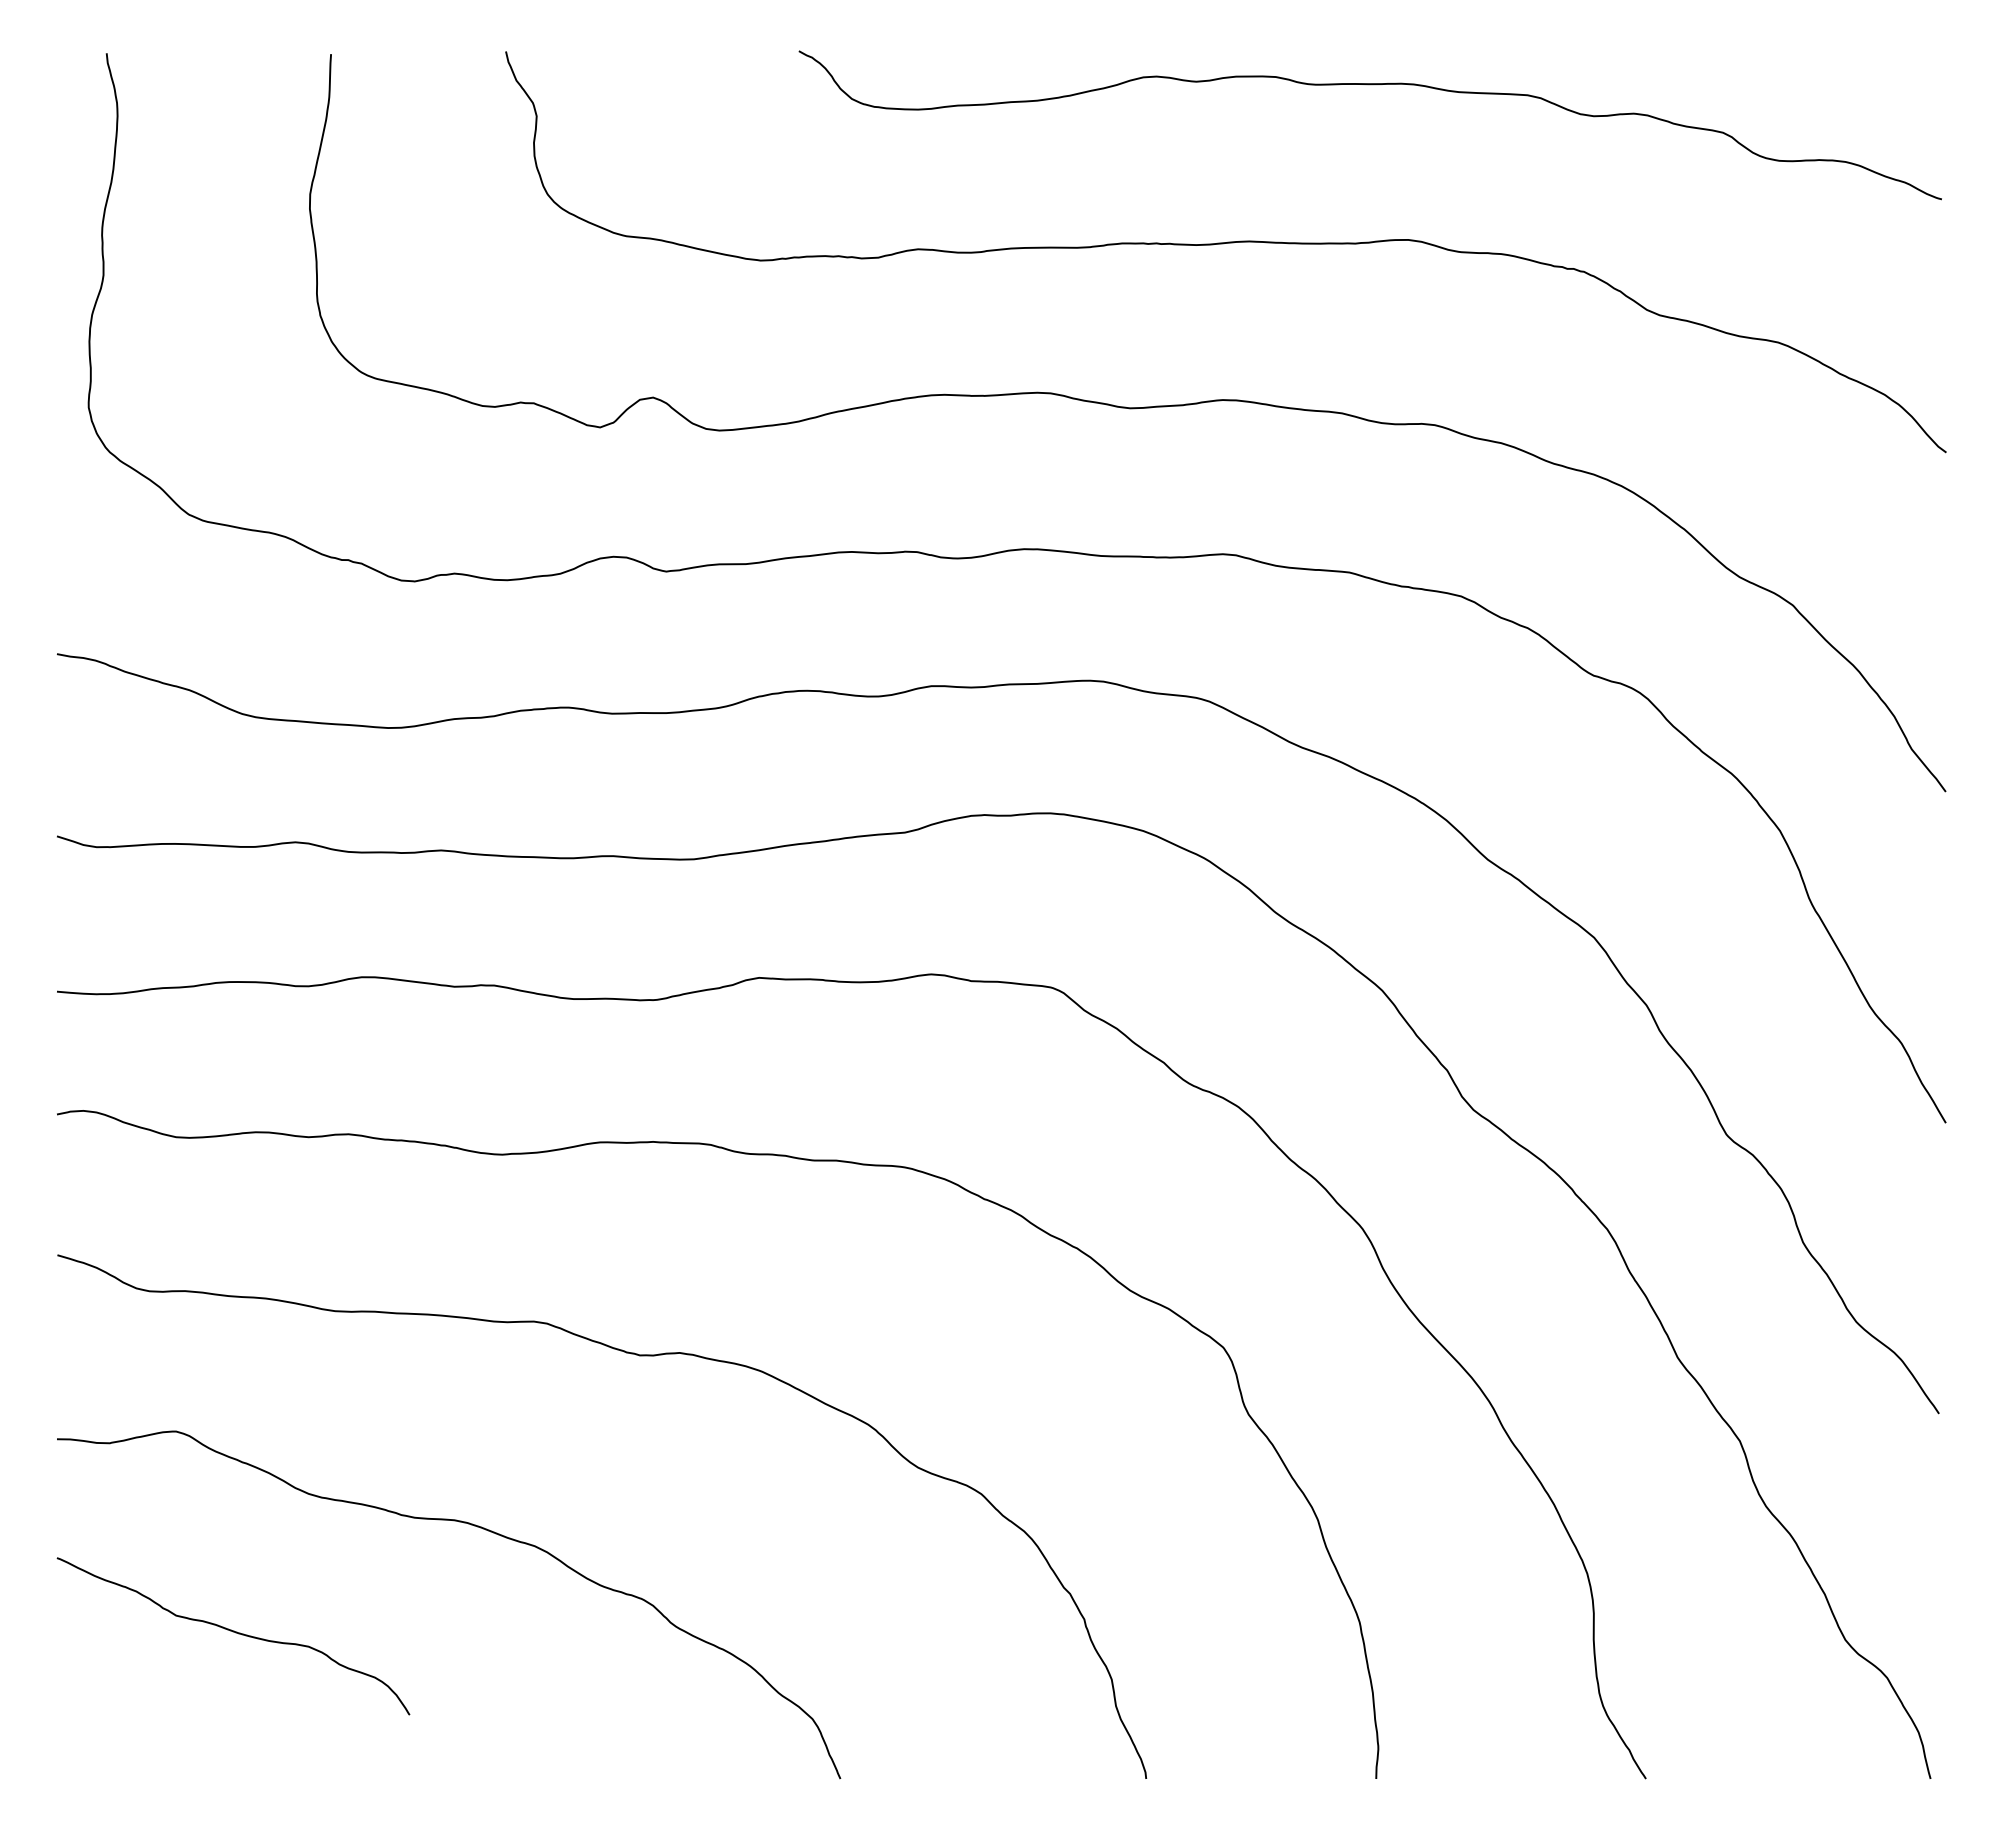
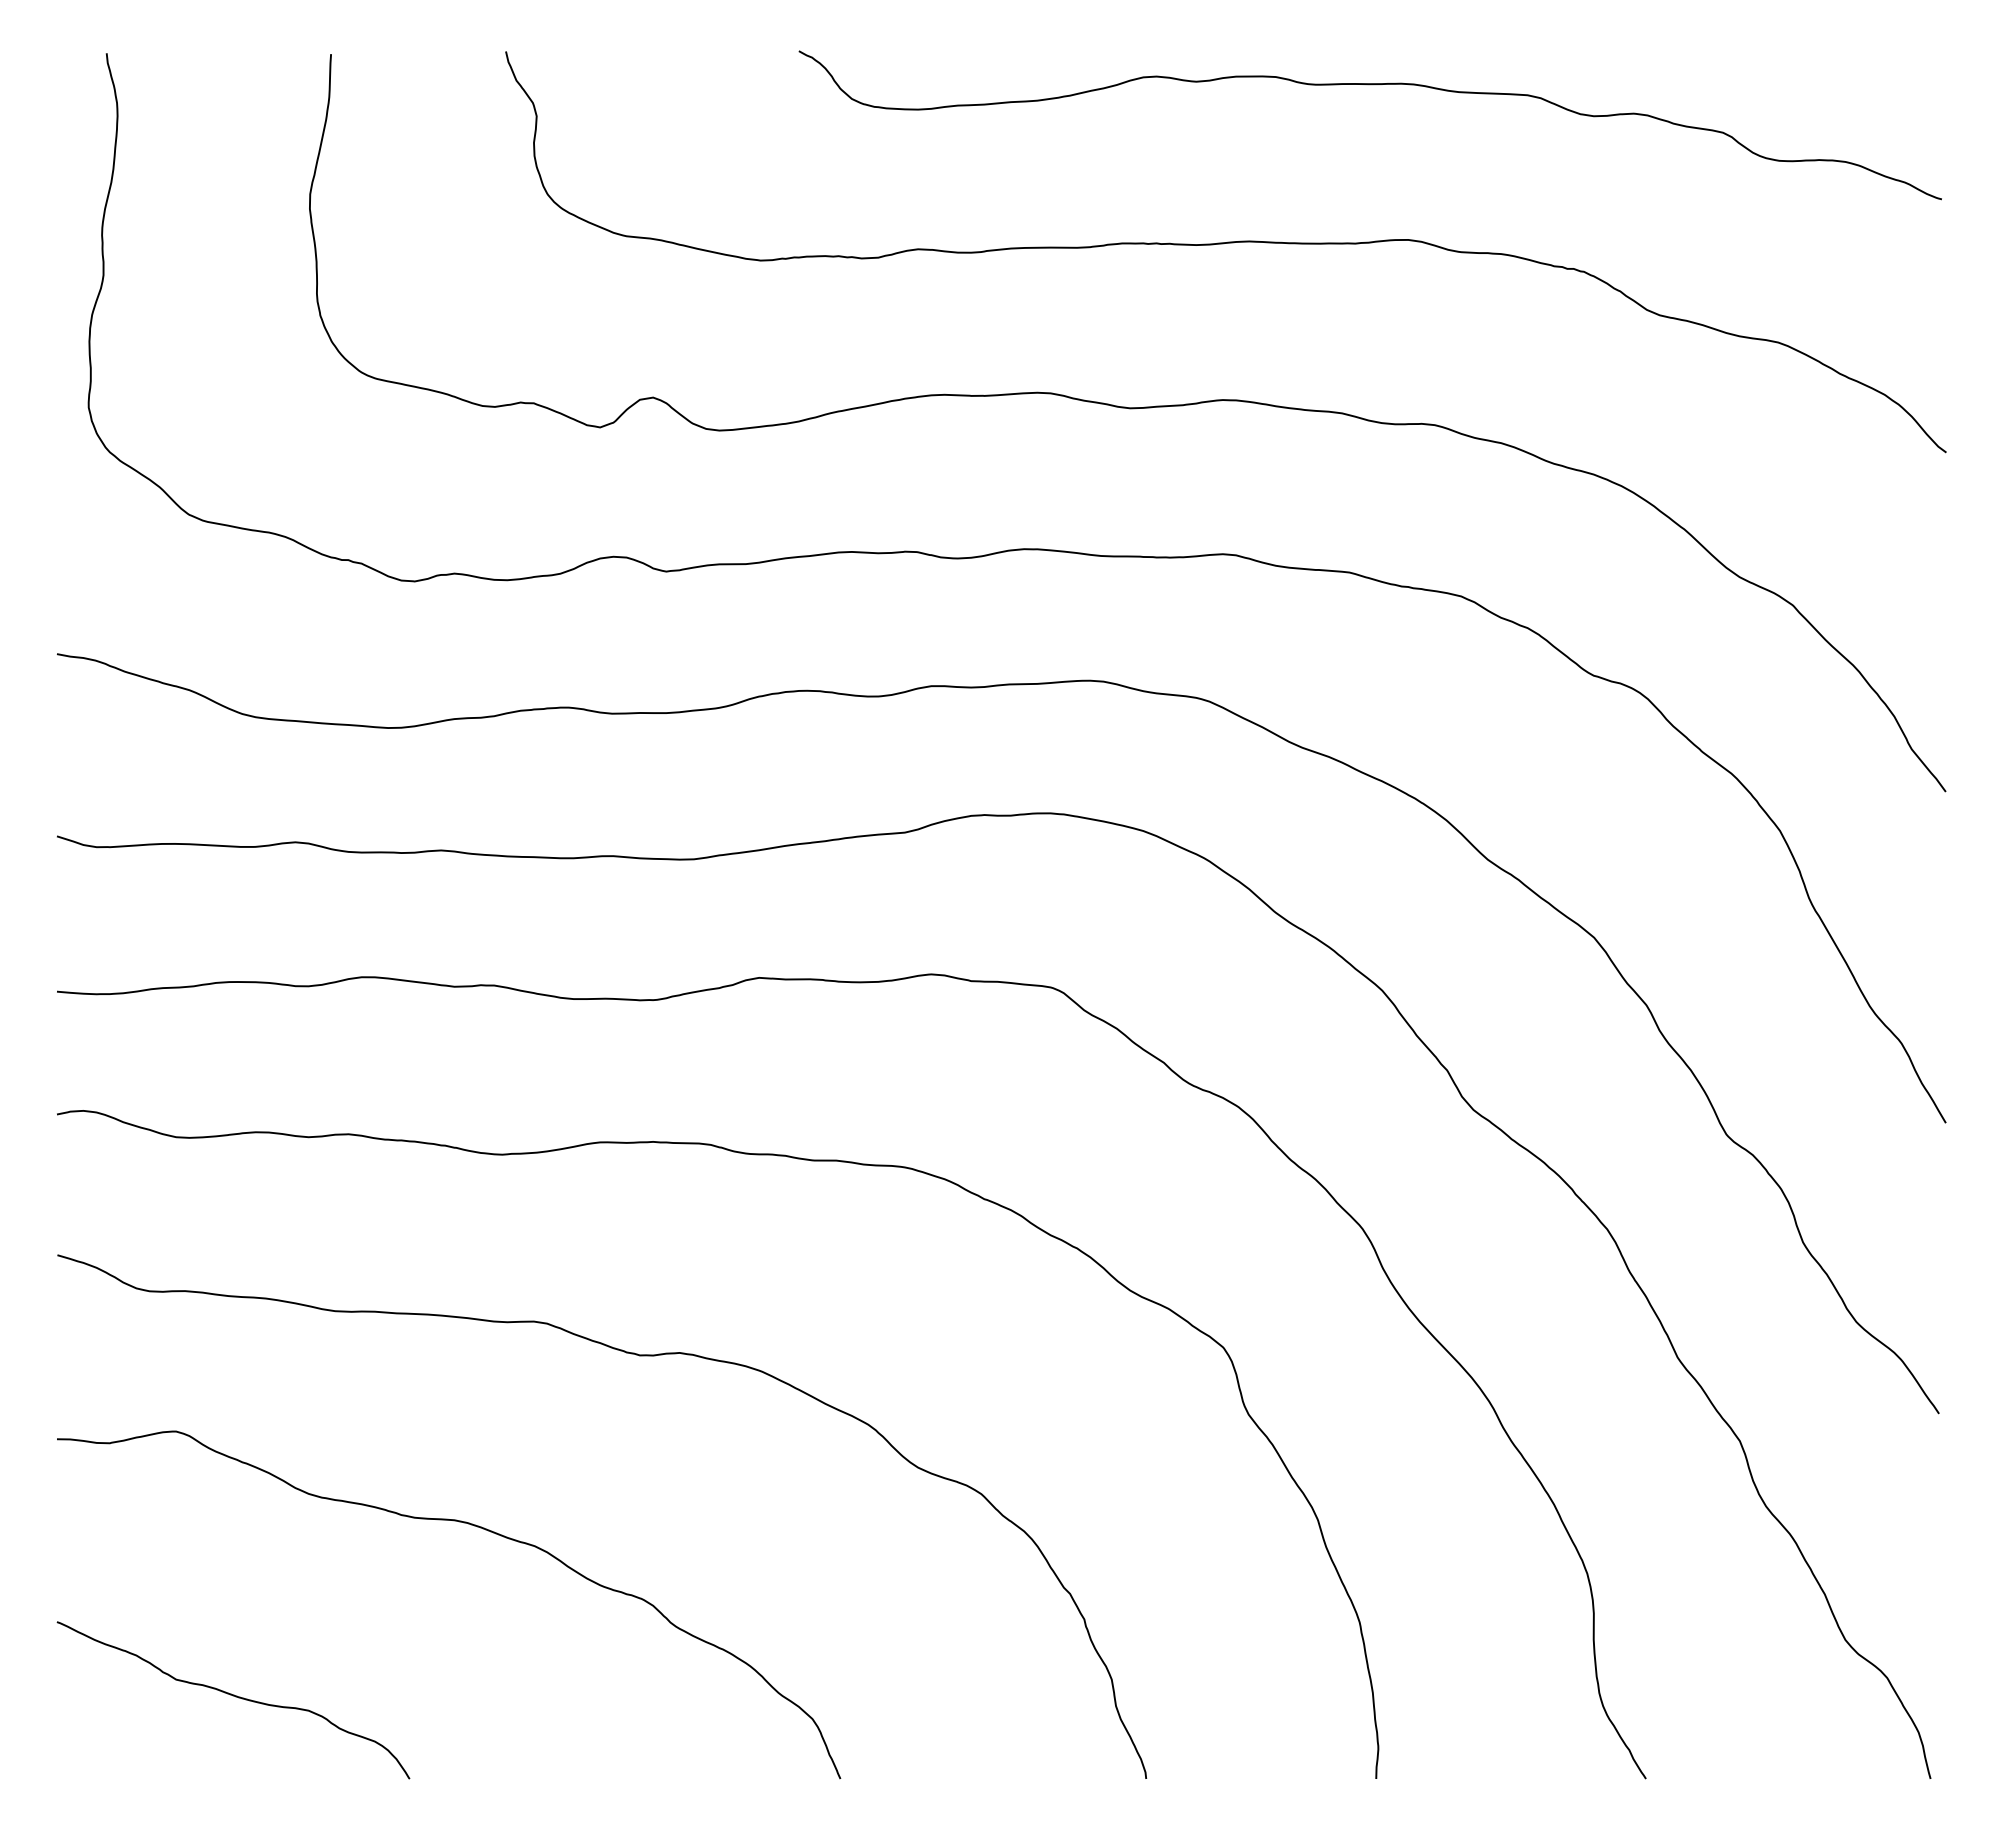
curve at (235, 1633) position: (235, 1633) -> (235, 1697)
